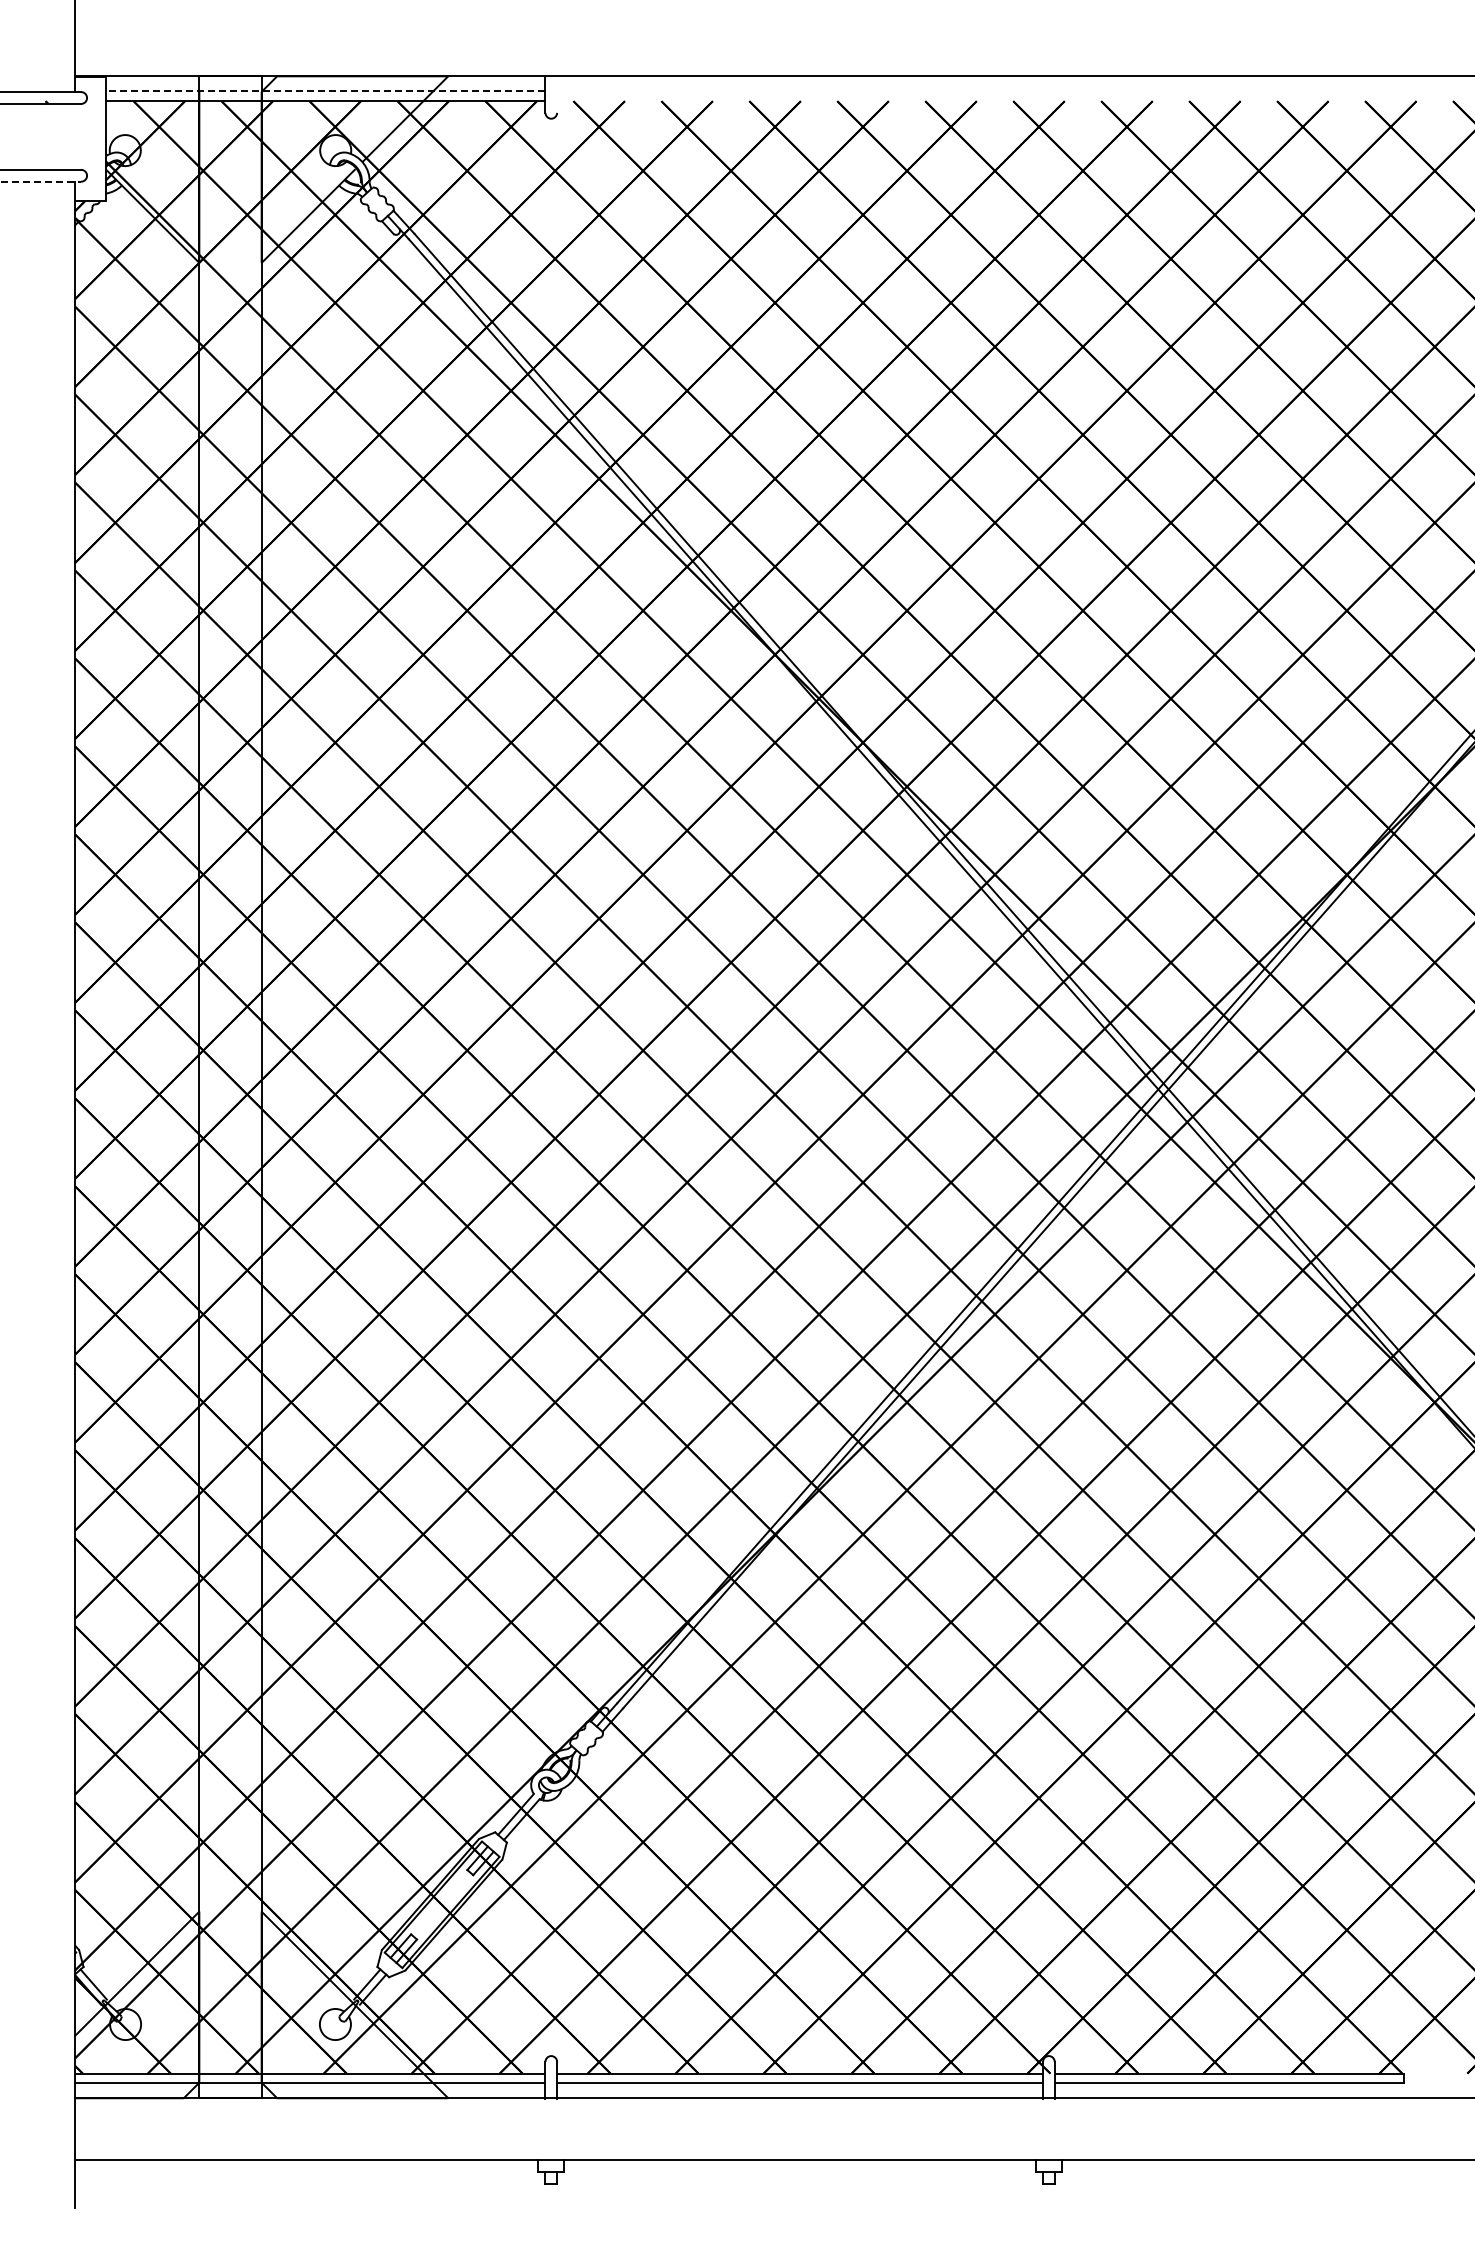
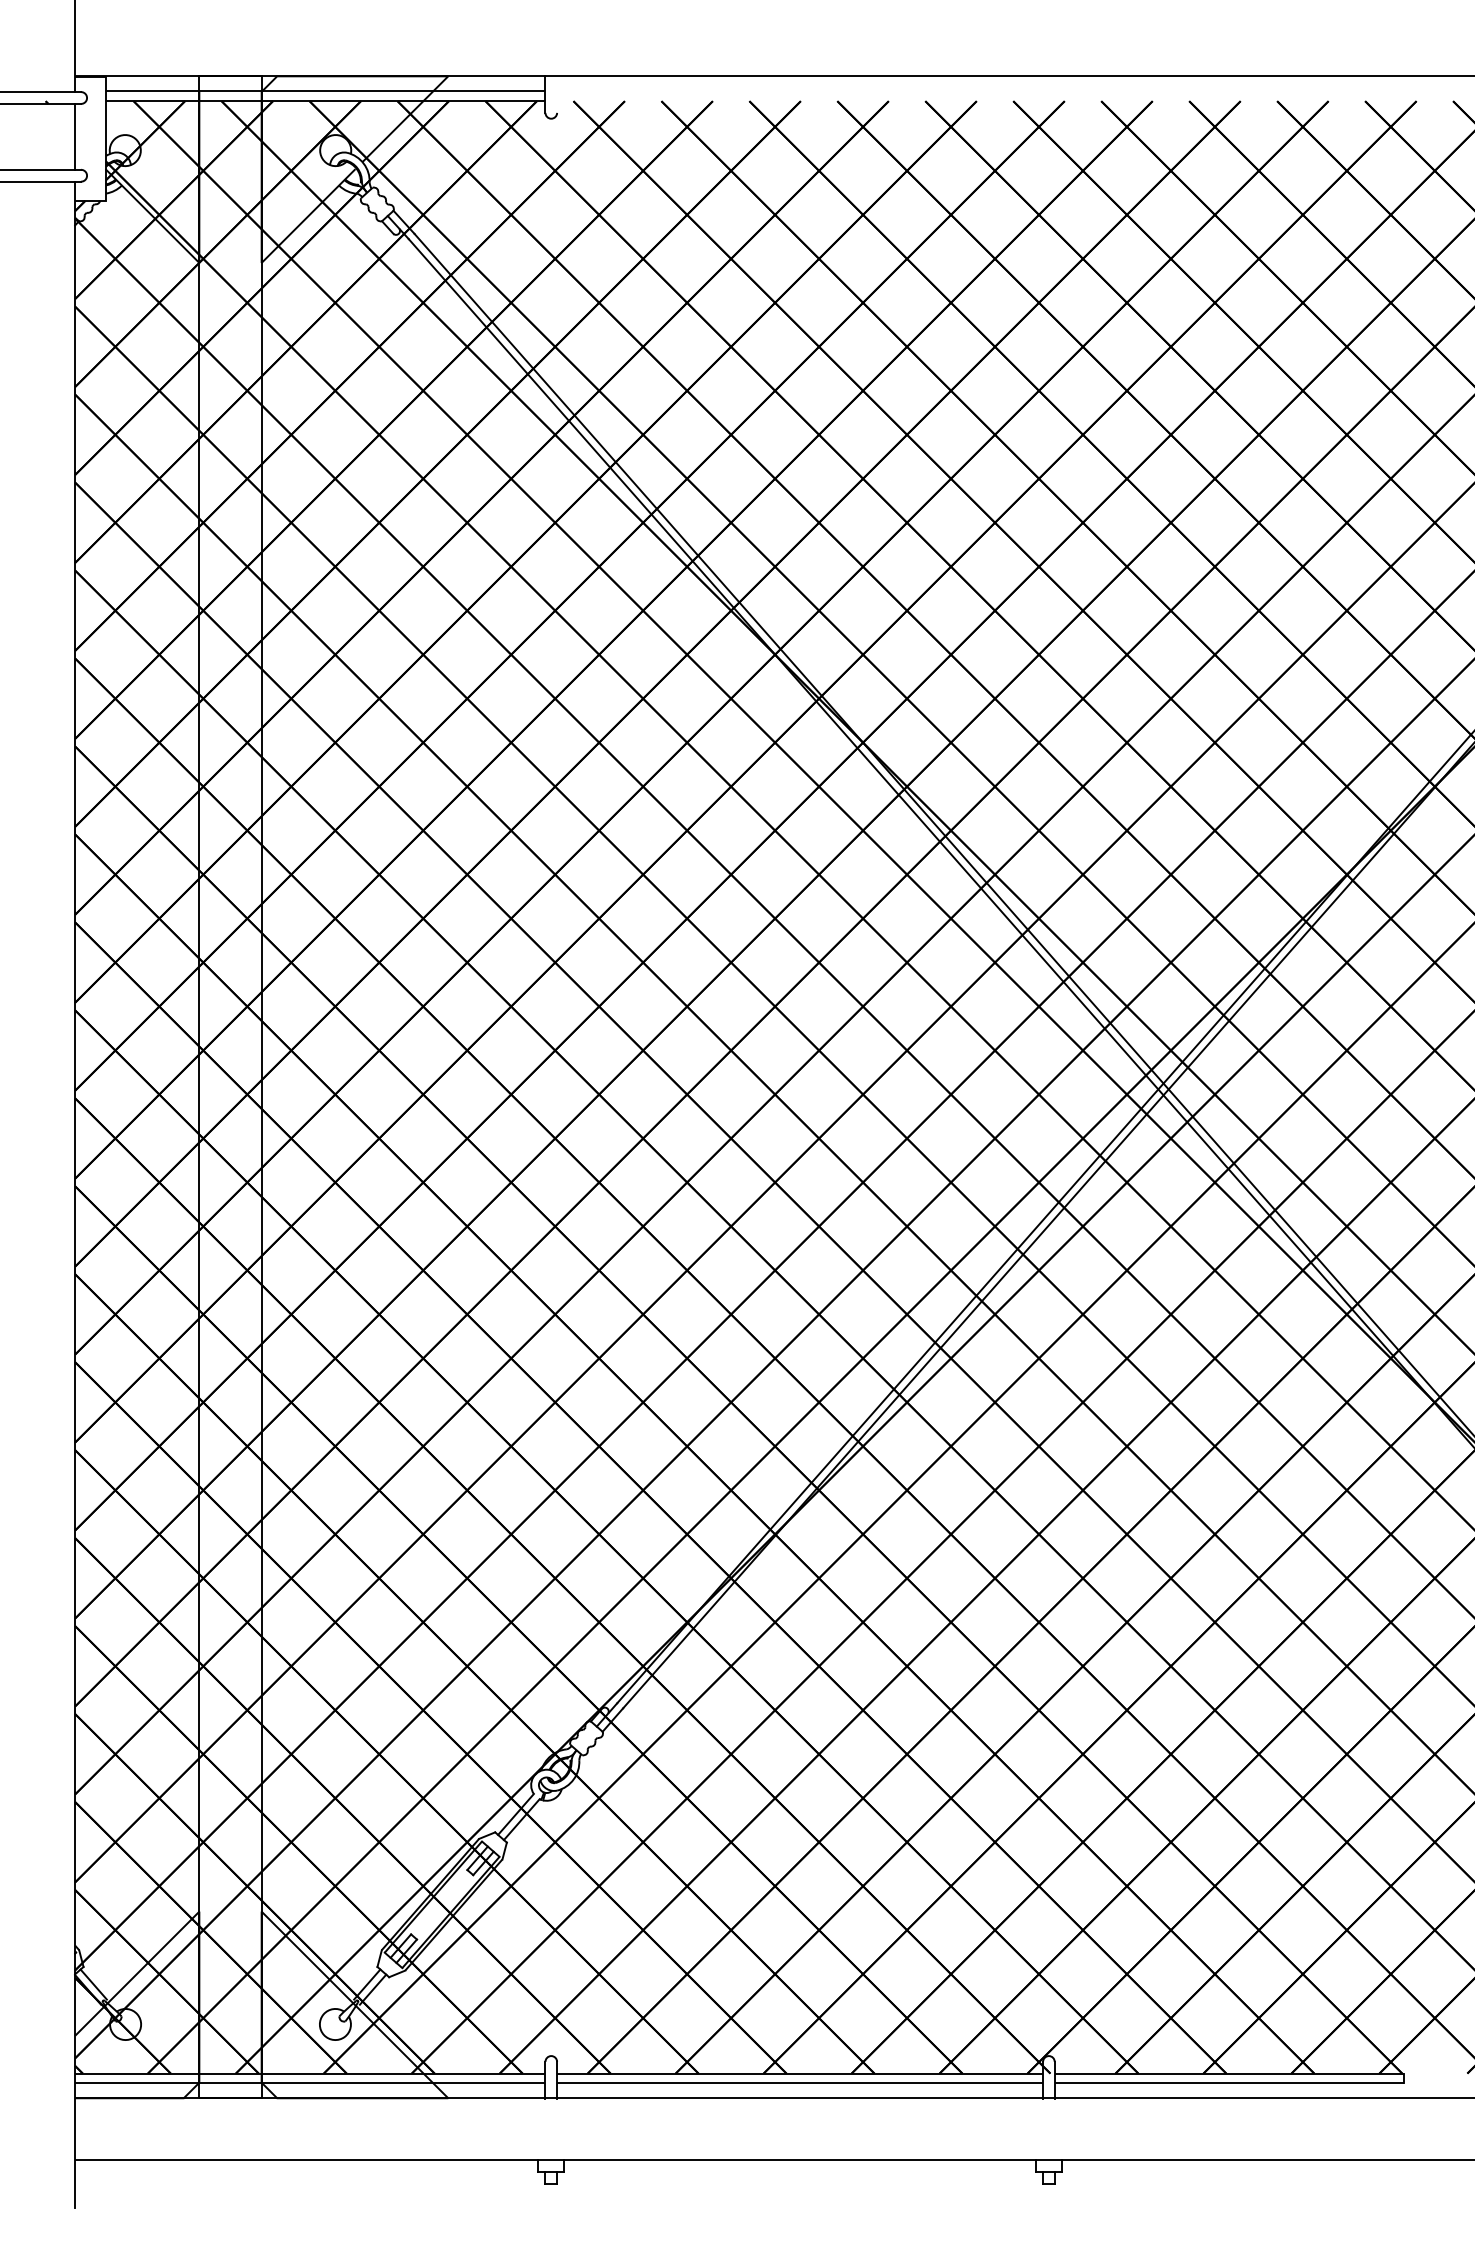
line at (325, 91): dashed -> solid
line at (75, 136): none -> present
line at (41, 181): dashed -> solid
